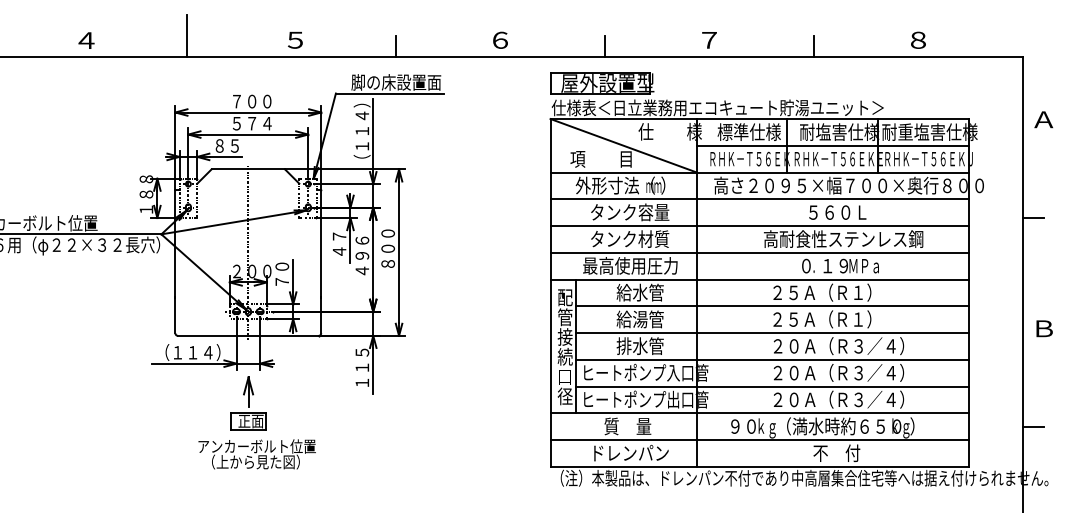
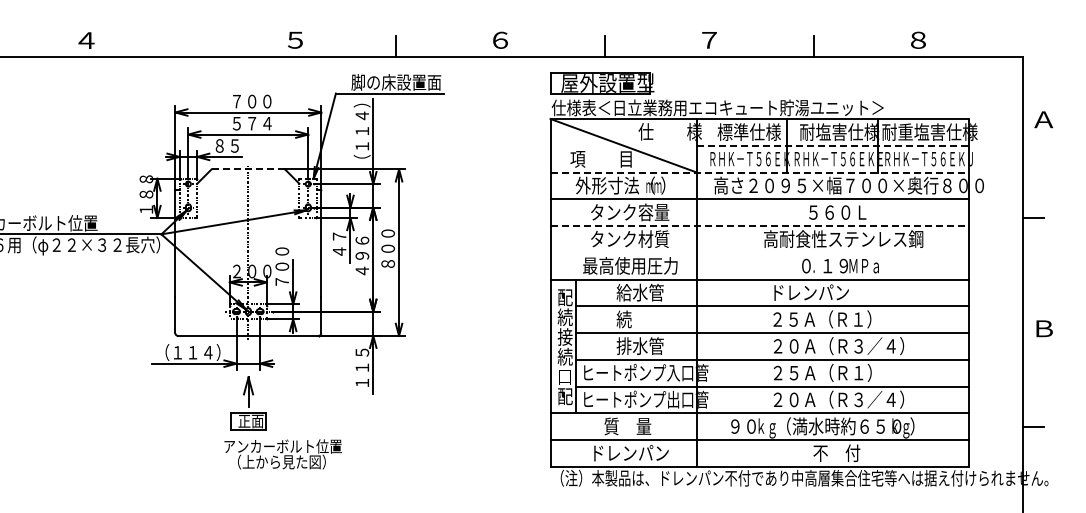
line at (187, 36): present -> none
line at (832, 145): solid -> dashed
line at (248, 169): solid -> dashed
line at (760, 172): solid -> dashed
line at (760, 226): solid -> dashed
text at (282, 251): ７０ -> ７００
line at (759, 252): present -> none
text at (822, 292): ２５Ａ（Ｒ１） -> ドレンパン
text at (564, 317): 管 -> 続
text at (639, 319): 給湯管 -> 続
text at (846, 372): ２０Ａ（Ｒ３／４） -> ２５Ａ（Ｒ１）
text at (564, 396): 径 -> 配
text at (256, 454) position: (256, 454) -> (282, 454)
